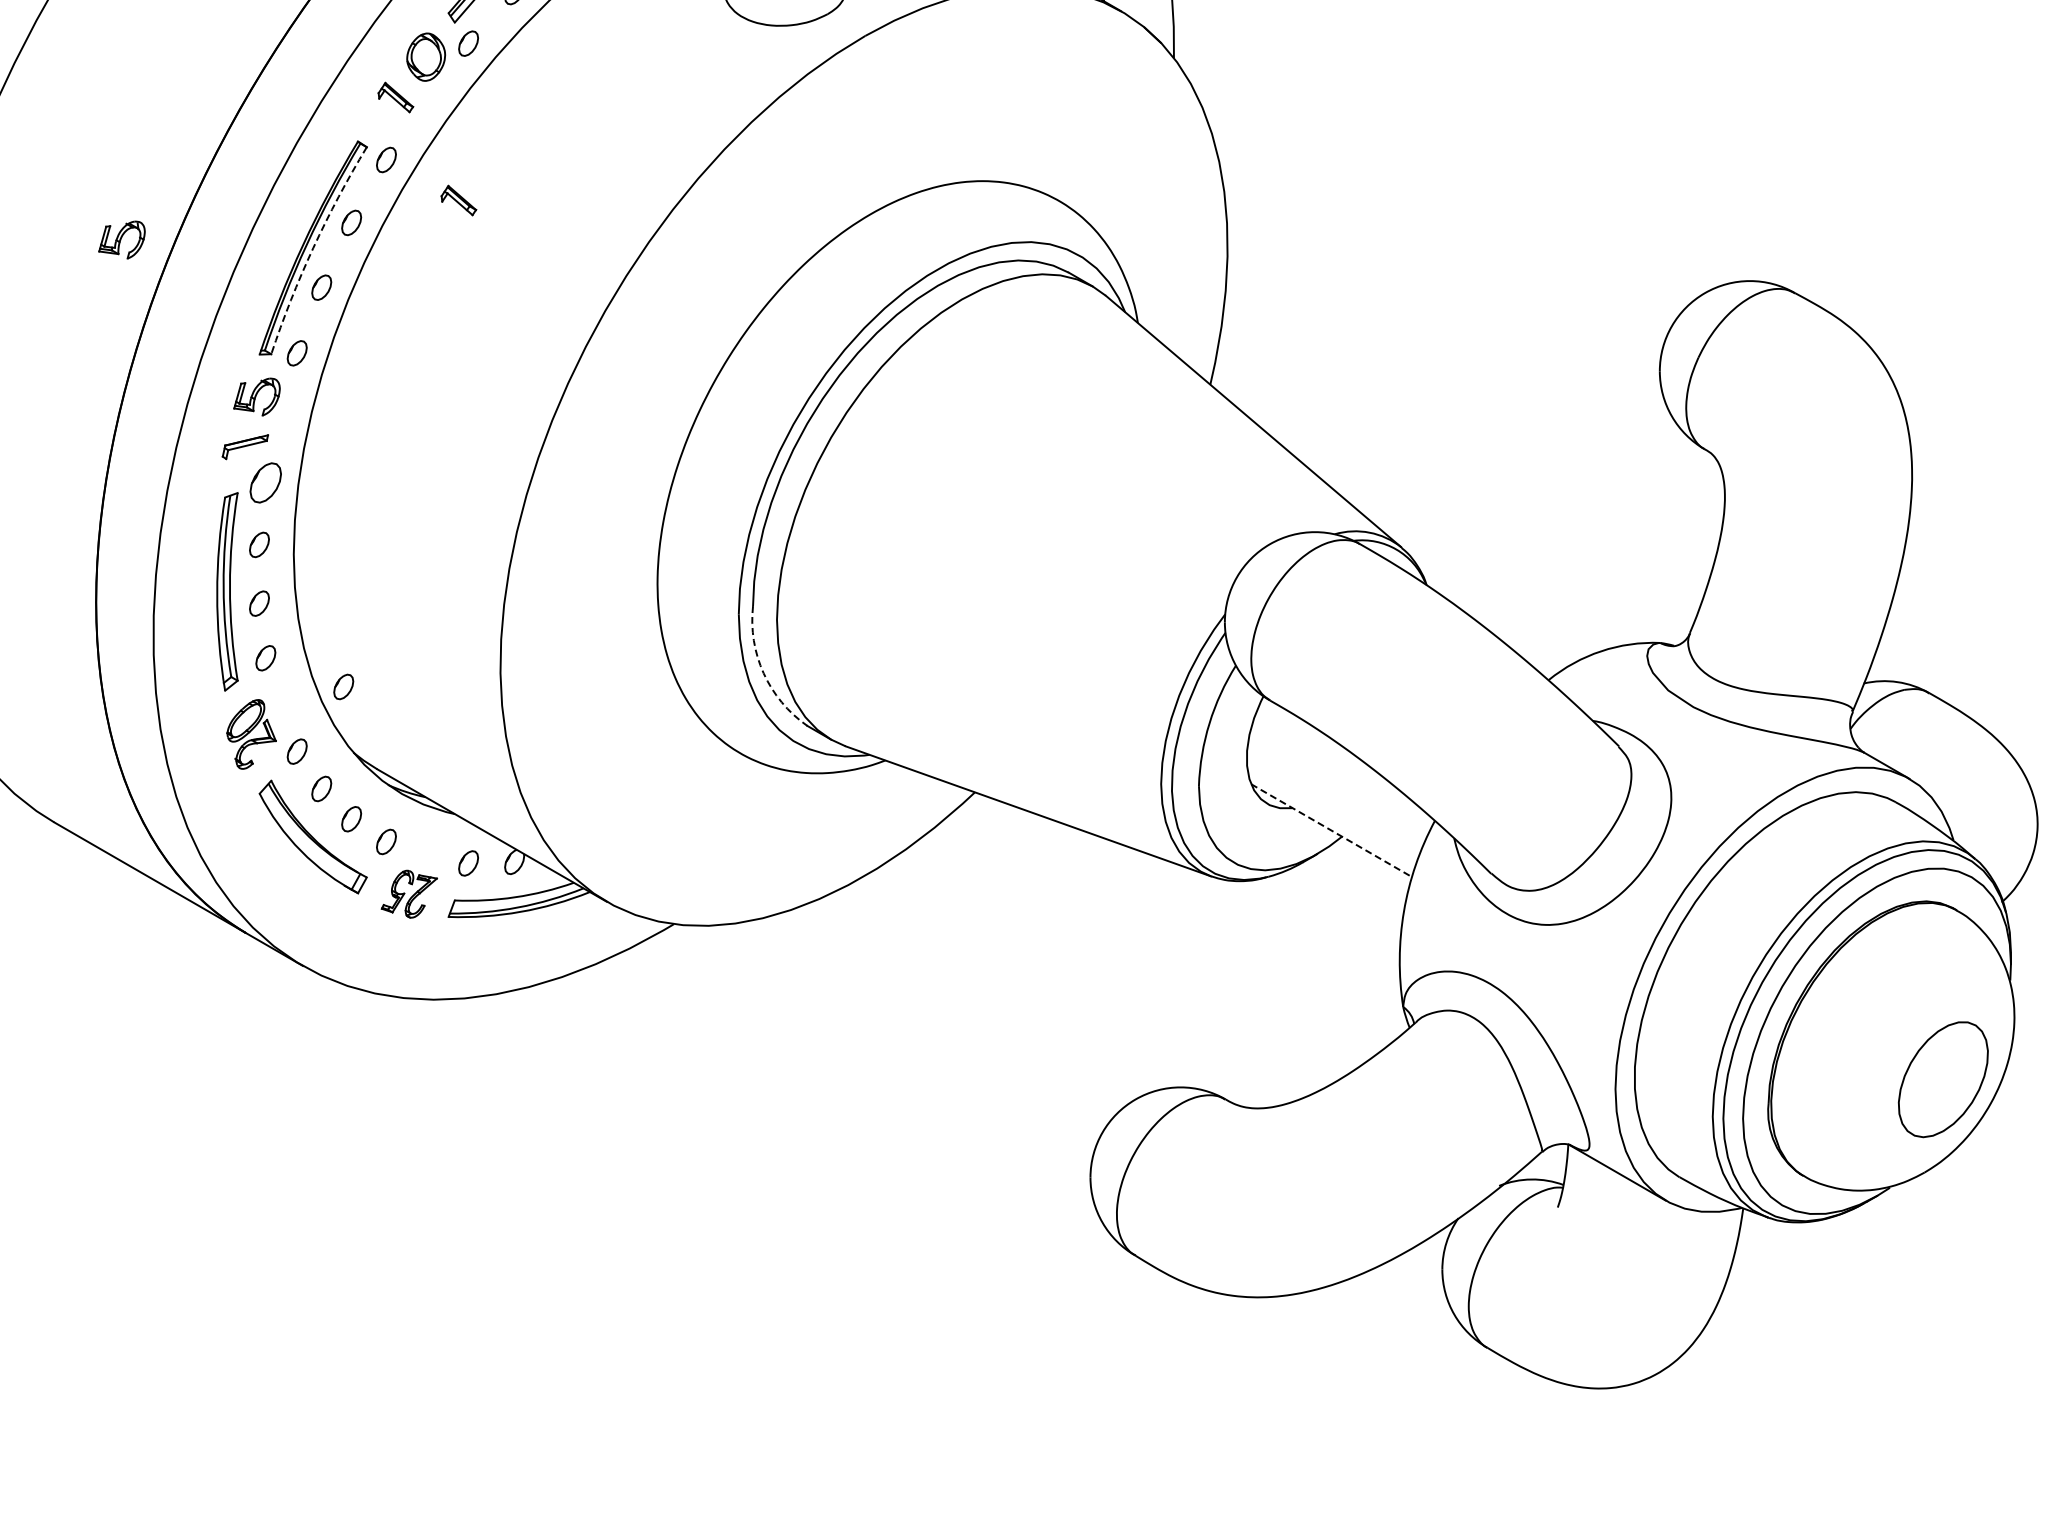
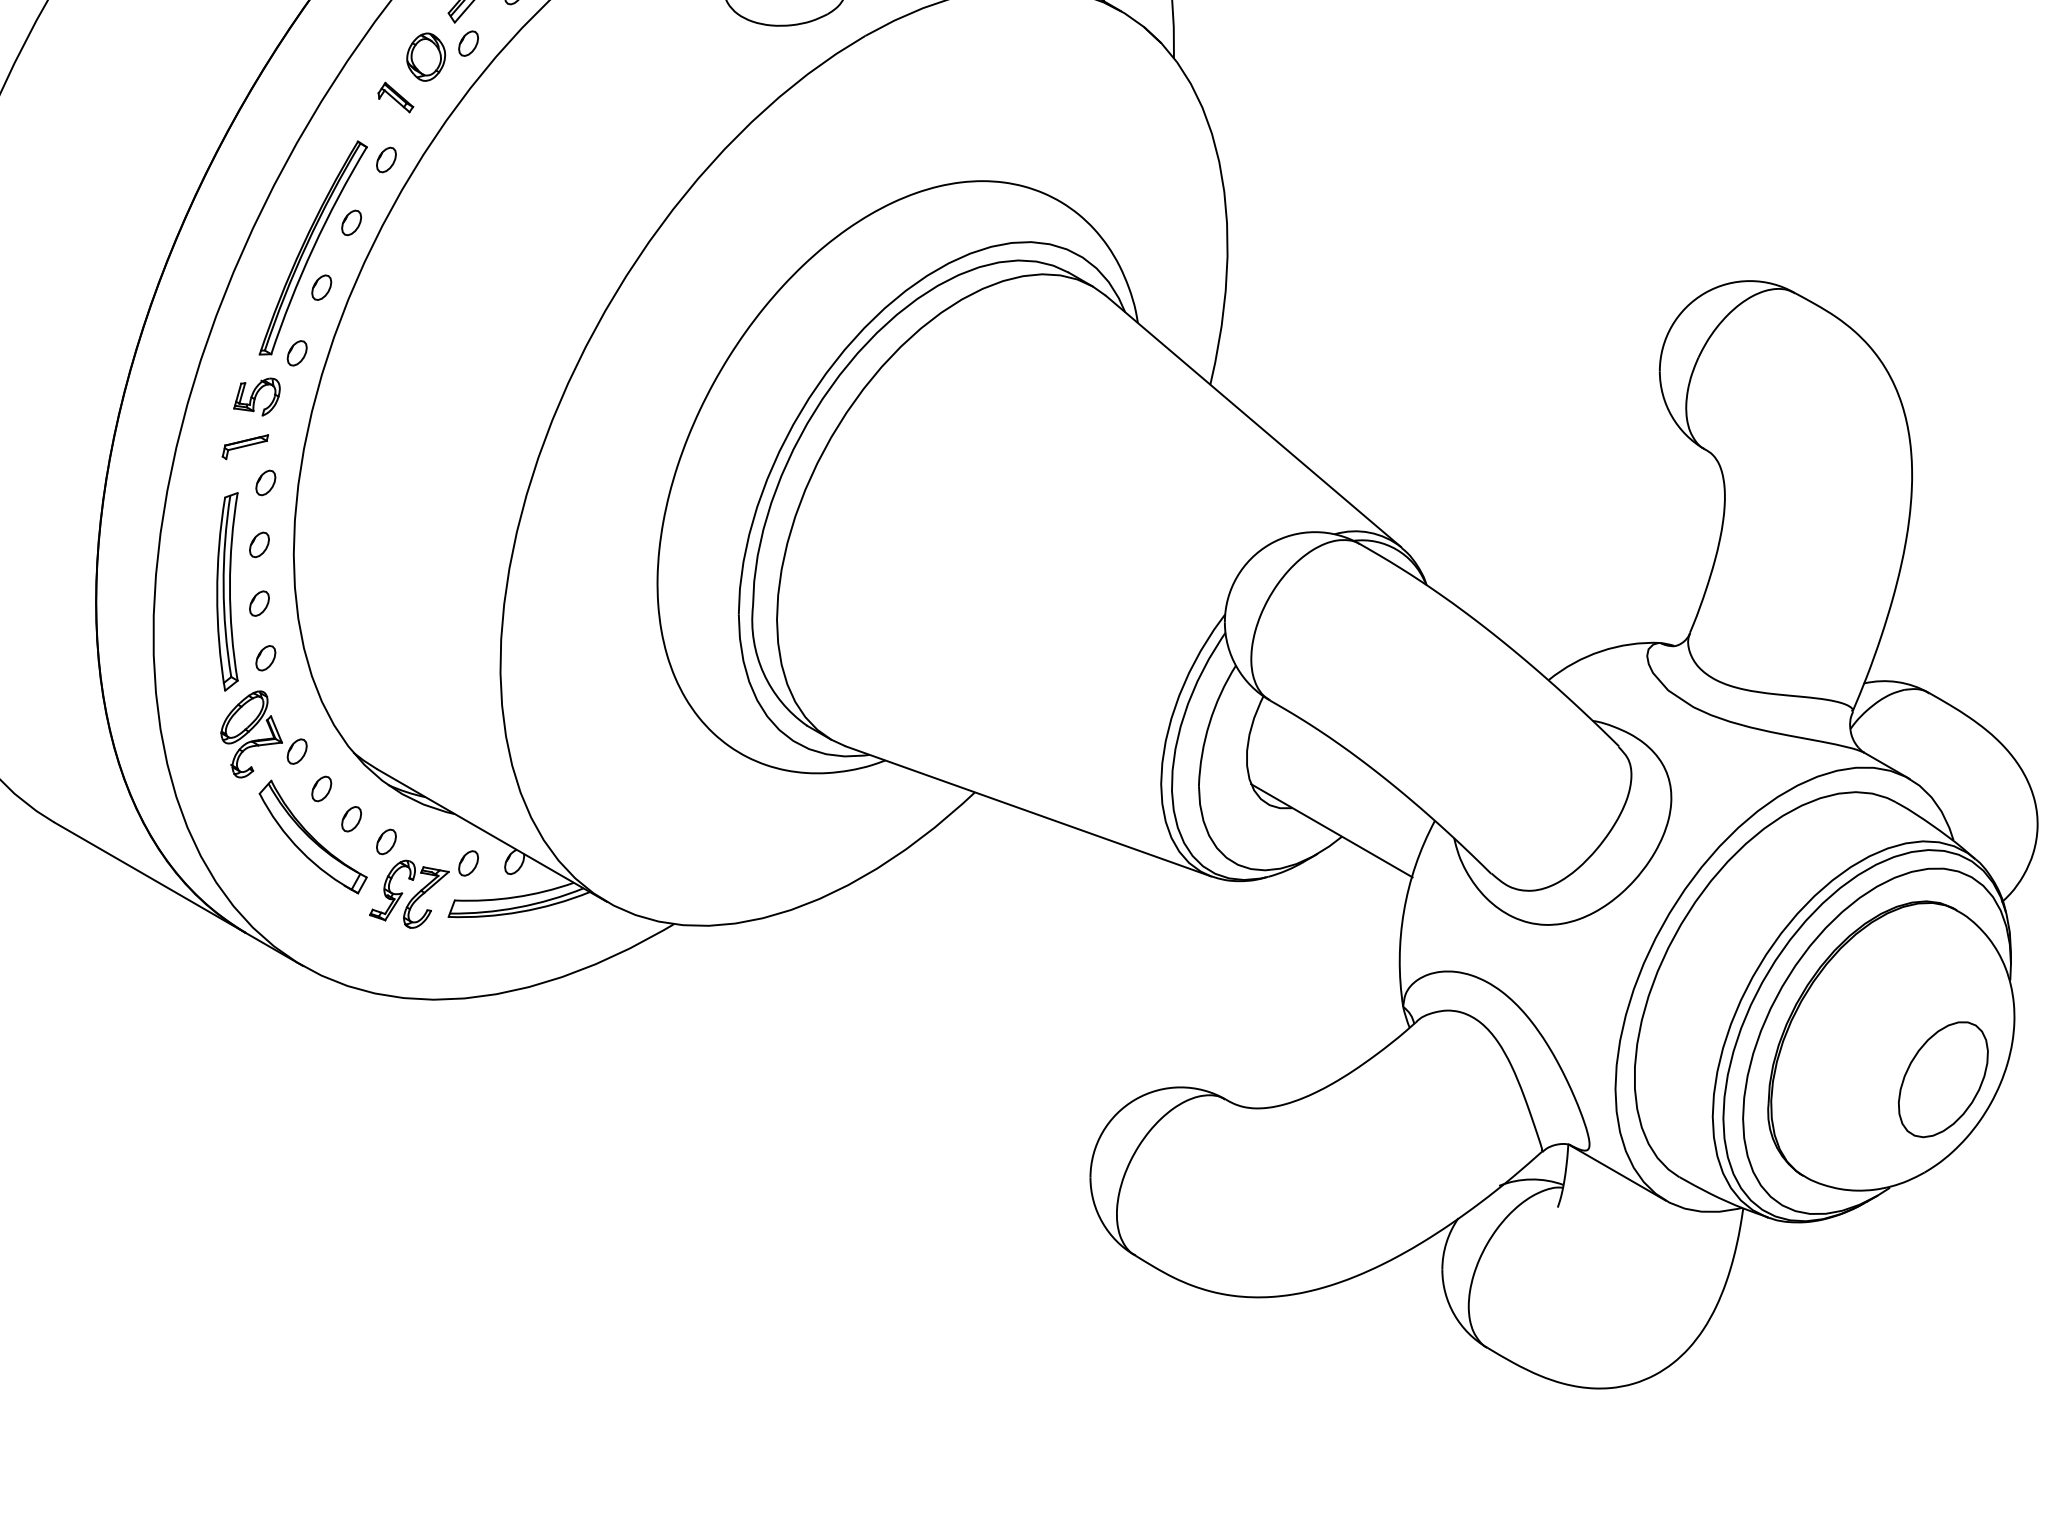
part at (458, 200): present -> none
part at (121, 239): present -> none
arc at (313, 248): dashed -> solid
part at (265, 482) size: 33x42 px -> 22x28 px
arc at (763, 673): dashed -> solid
part at (343, 686): present -> none
part at (251, 734) size: 51x71 px -> 63x89 px
line at (1332, 831): dashed -> solid
part at (408, 893) size: 58x50 px -> 81x70 px
